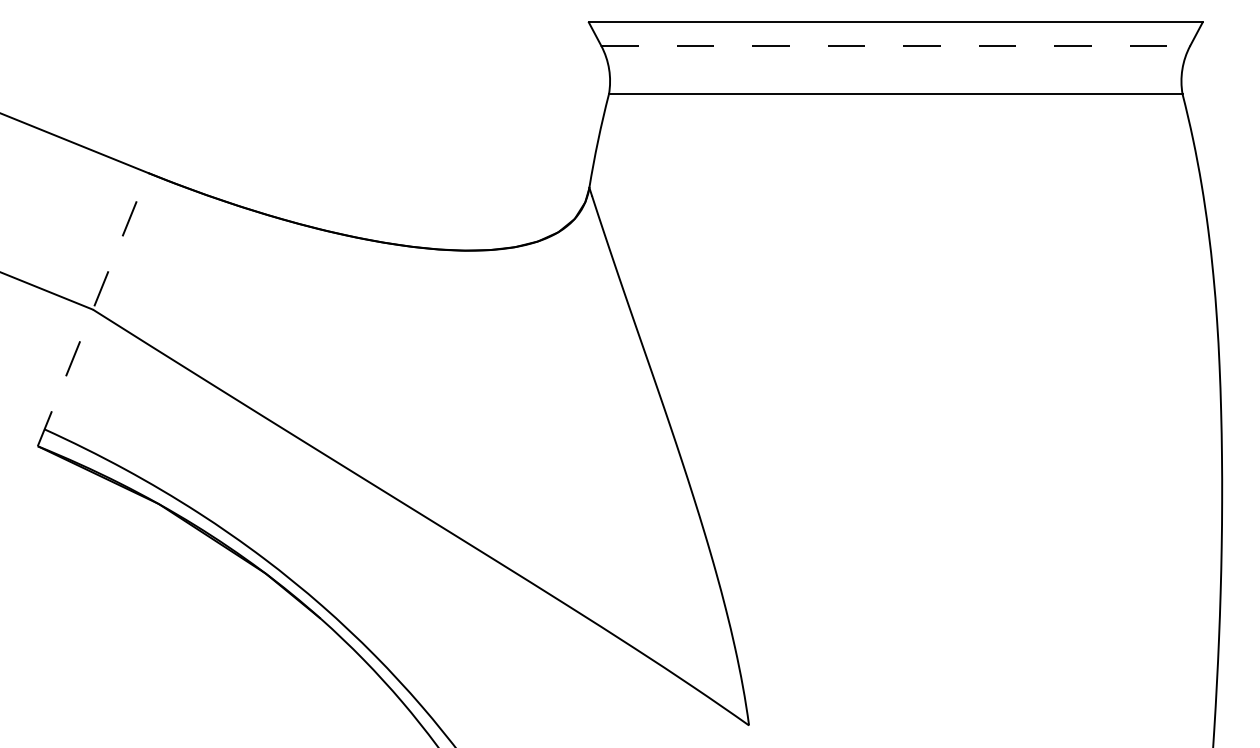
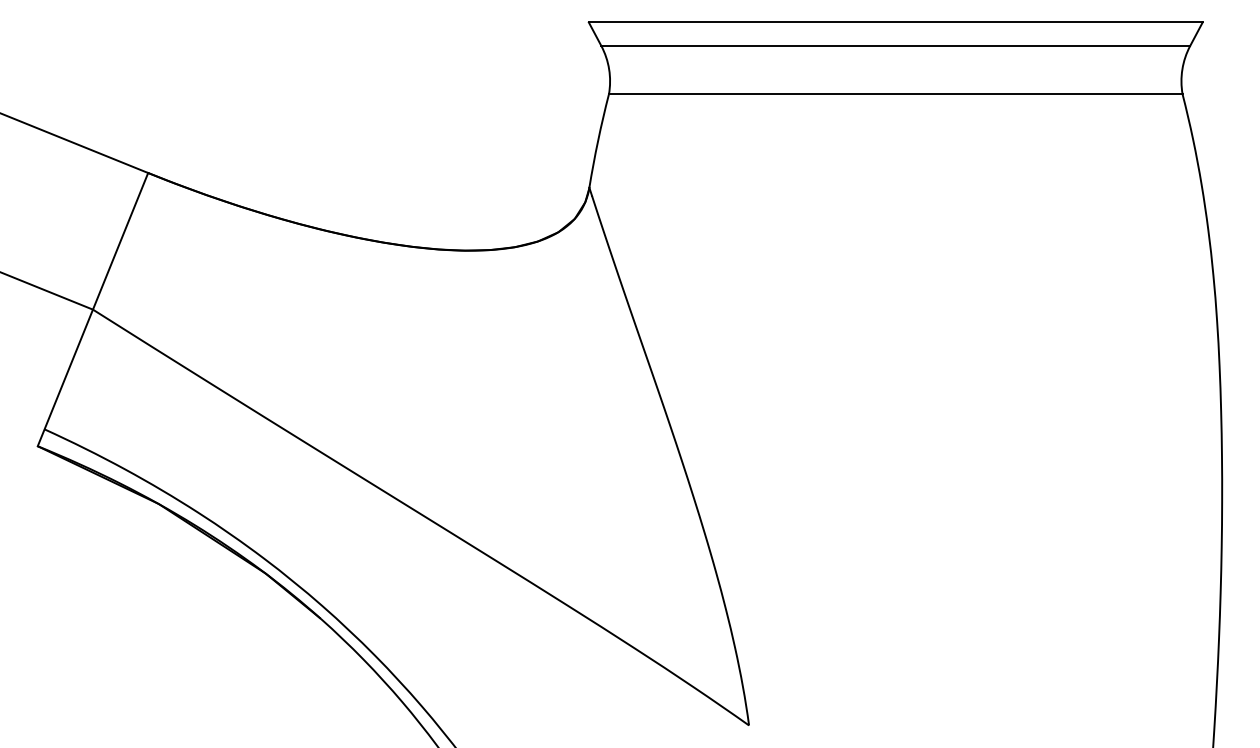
line at (895, 45): dashed -> solid
line at (93, 309): dashed -> solid
